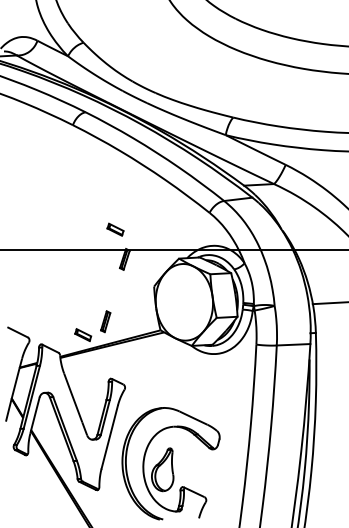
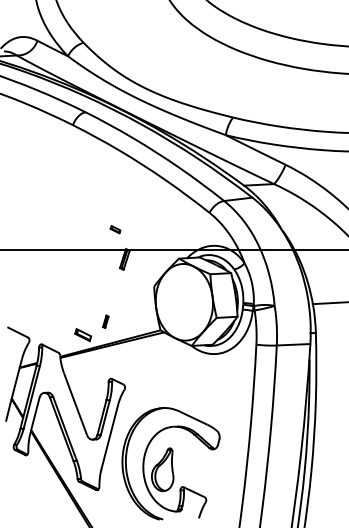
part at (115, 229) size: 19x15 px -> 13x10 px
part at (105, 321) size: 12x24 px -> 8x16 px
